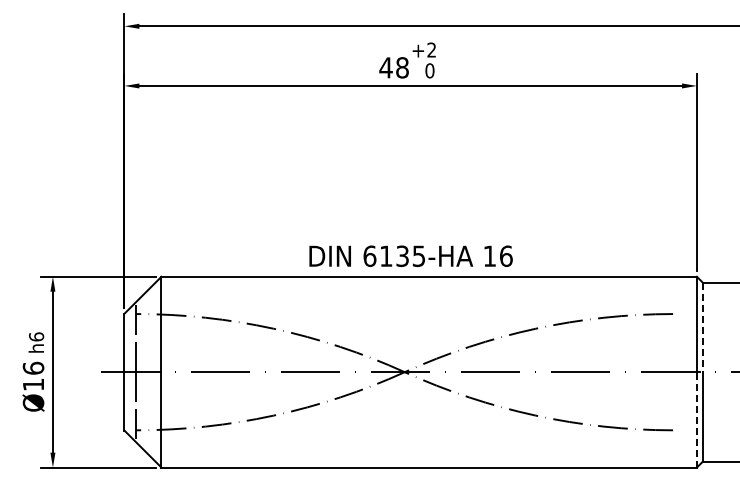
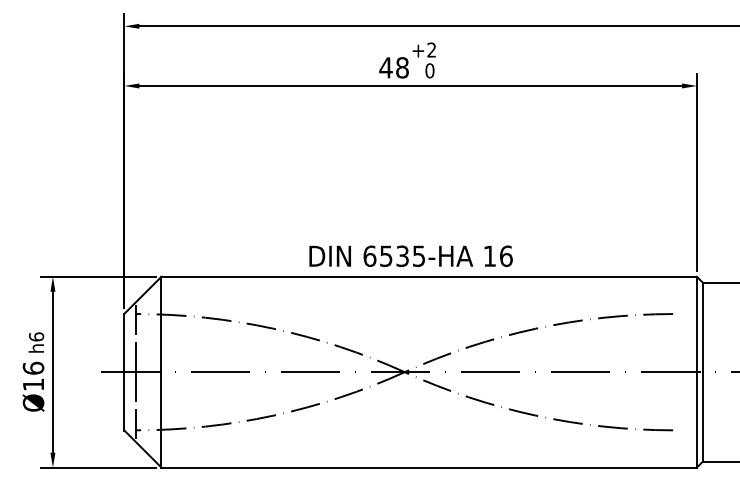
text at (386, 255): 6135-HA -> 6535-HA
line at (702, 327): dashed -> solid
line at (696, 419): dashed -> solid
